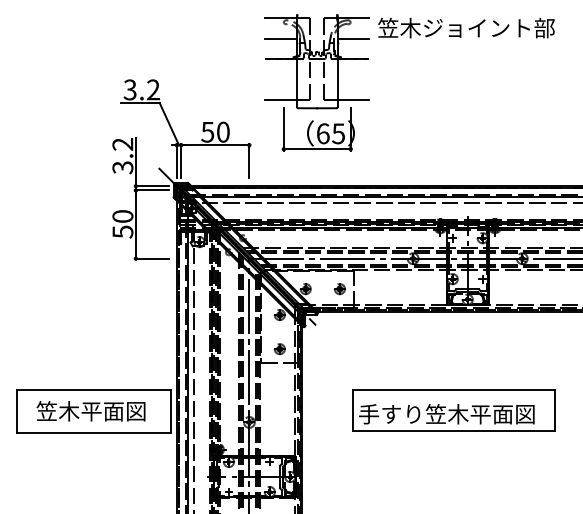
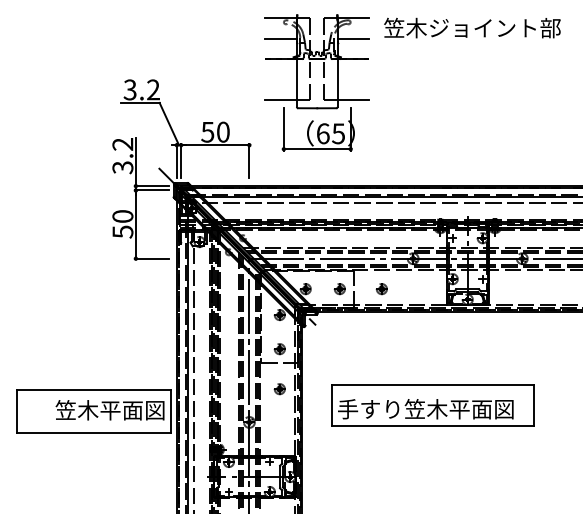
text at (466, 27) position: (466, 27) -> (472, 27)
part at (381, 289): none -> present
part at (279, 389): none -> present
part at (453, 410) position: (453, 410) -> (432, 405)
text at (90, 411) position: (90, 411) -> (109, 410)
